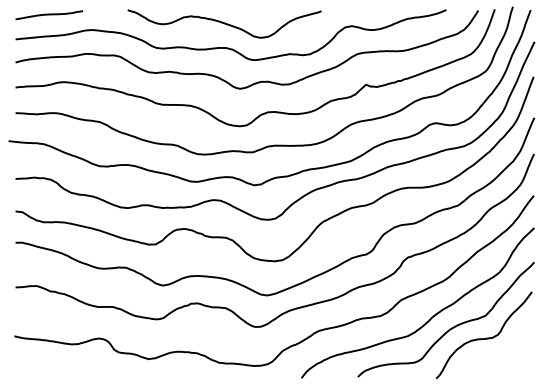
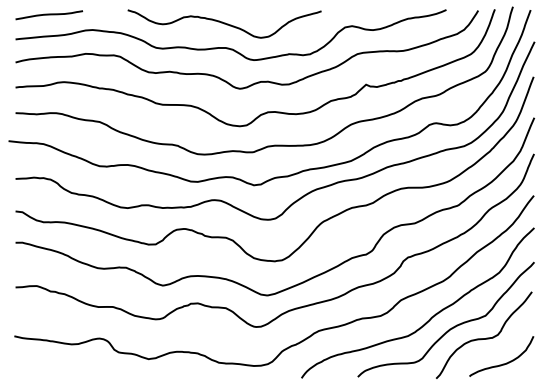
curve at (502, 363): none -> present
